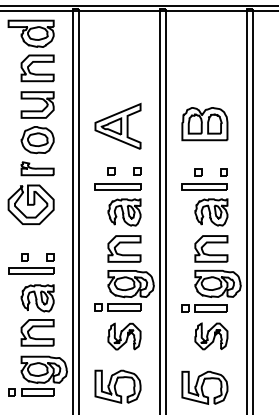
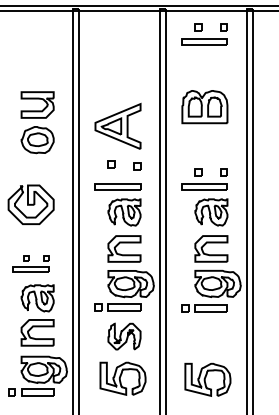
part at (204, 34): none -> present
part at (30, 50): present -> none
part at (204, 124) position: (204, 124) -> (204, 107)
part at (37, 168): present -> none
part at (111, 171) position: (111, 171) -> (111, 164)
part at (137, 171) position: (137, 171) -> (137, 166)
part at (31, 263) size: 47x22 px -> 38x18 px
part at (211, 336): present -> none
part at (117, 386) position: (117, 386) -> (122, 378)
part at (204, 387) position: (204, 387) -> (207, 379)
